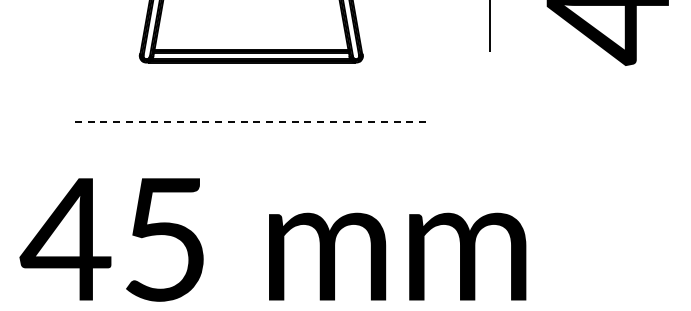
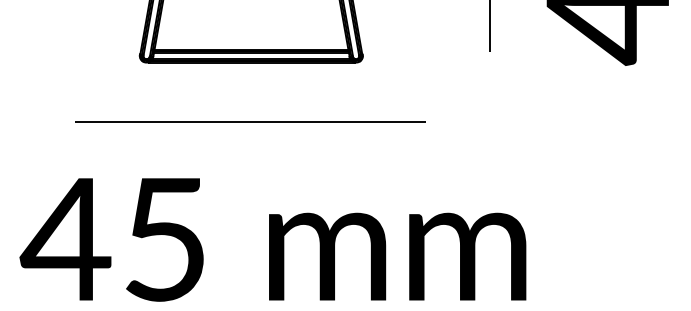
line at (250, 121): dashed -> solid
